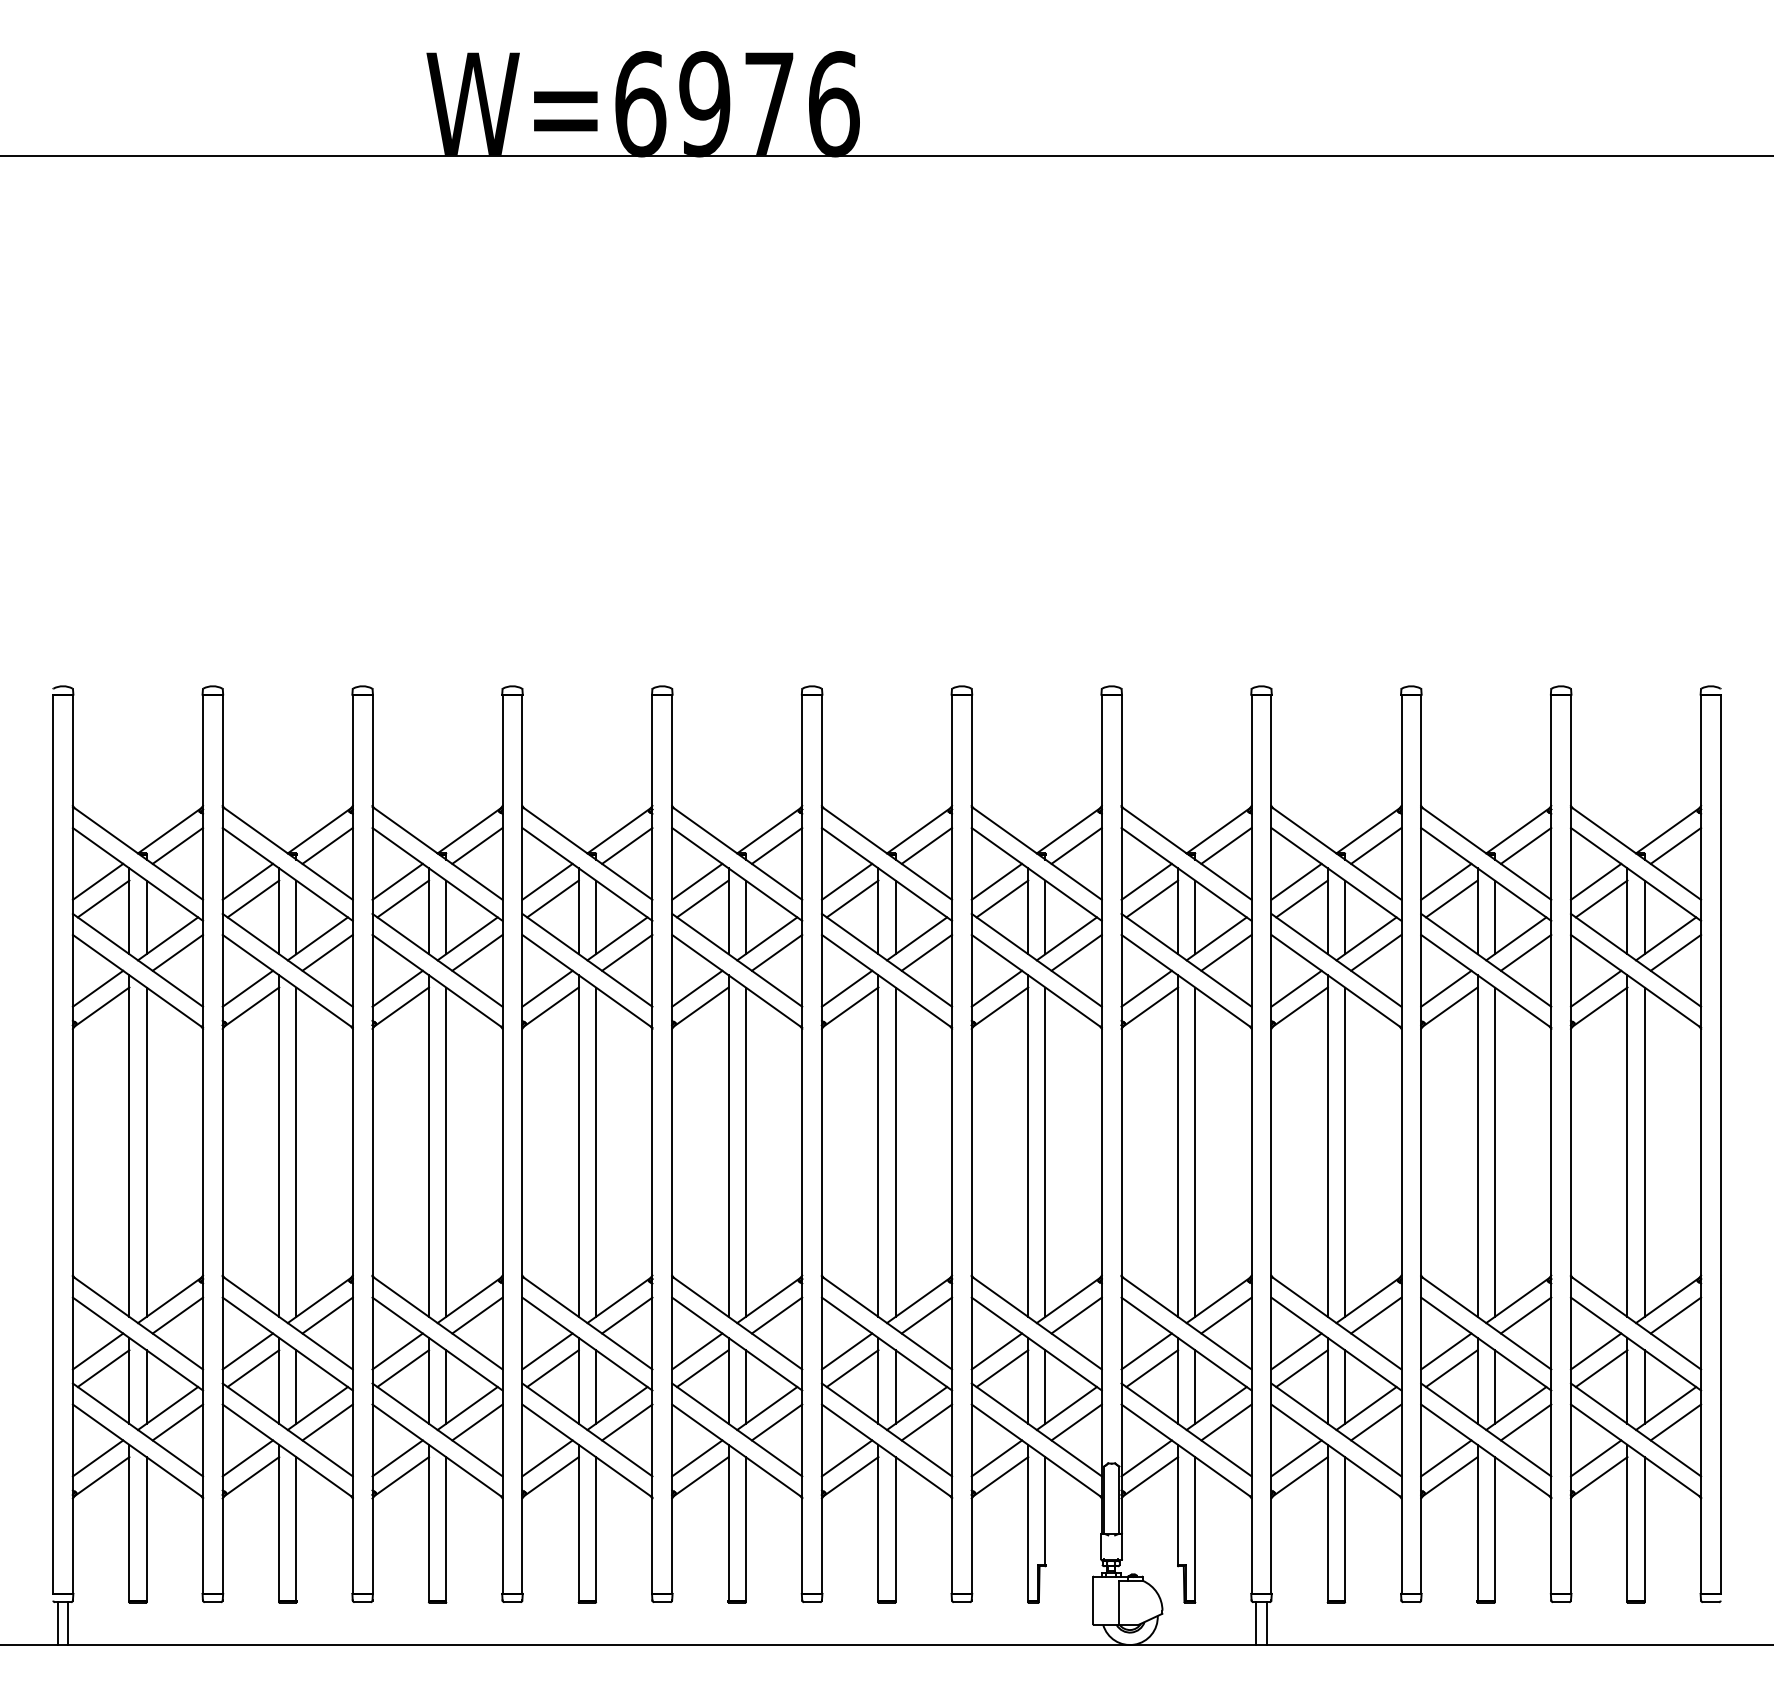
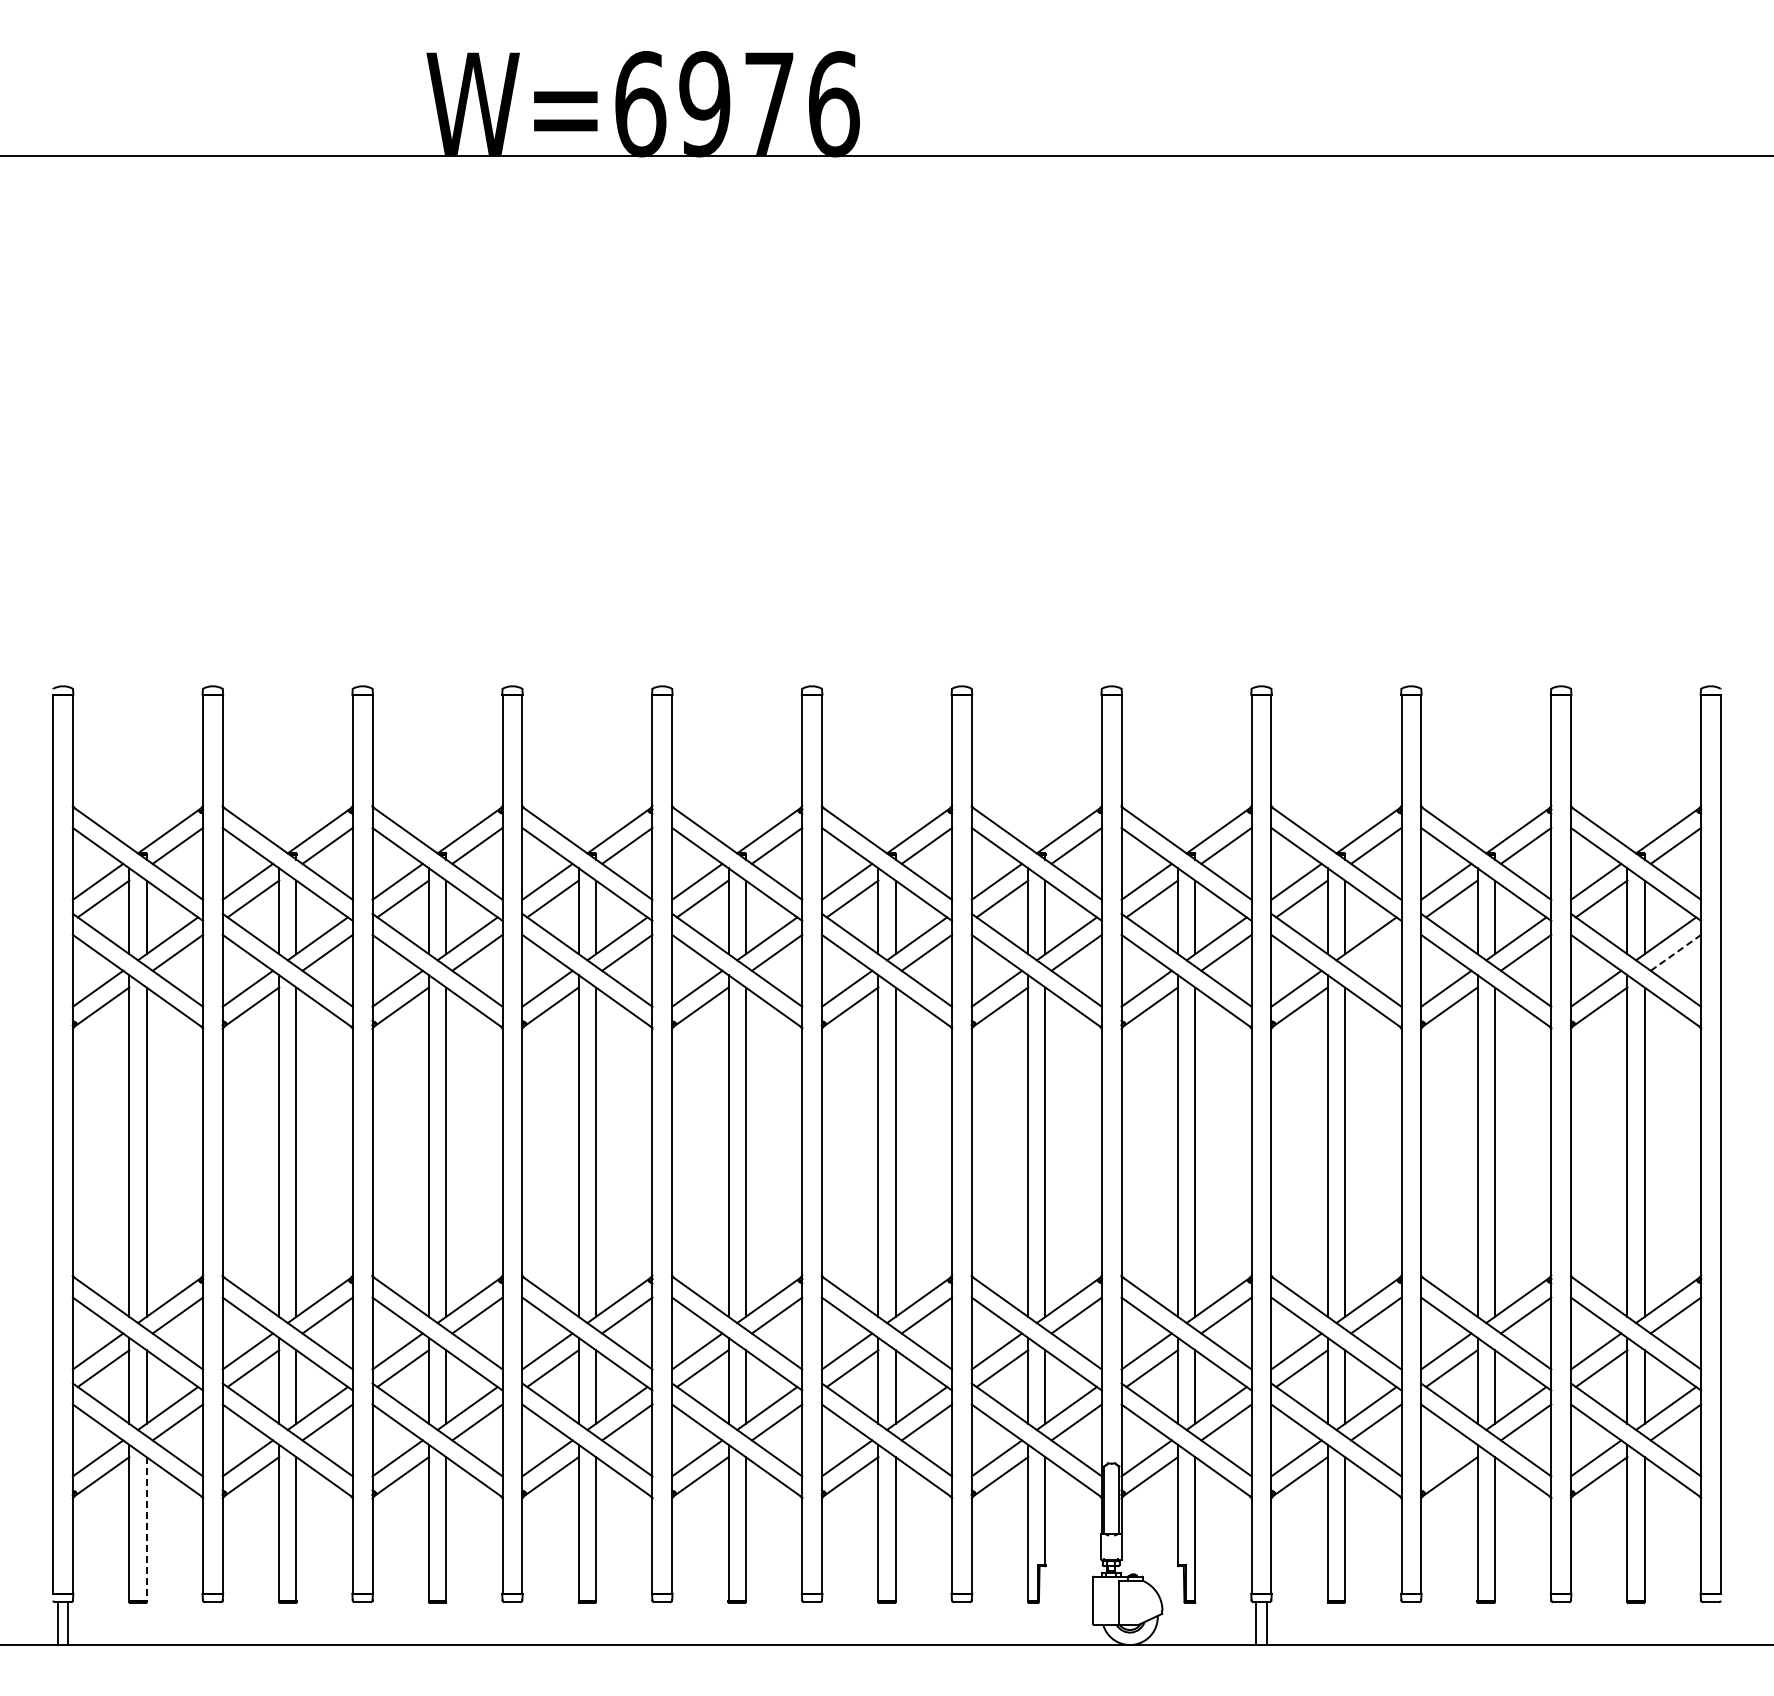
line at (1376, 952): present -> none
line at (1675, 952): solid -> dashed
line at (1446, 1458): present -> none
line at (146, 1528): solid -> dashed
